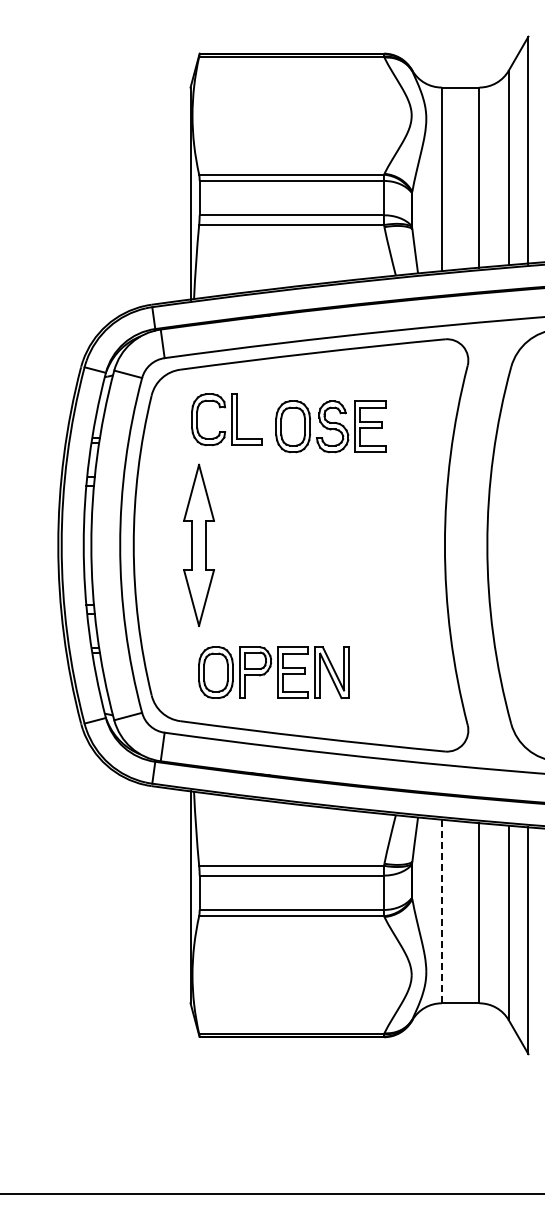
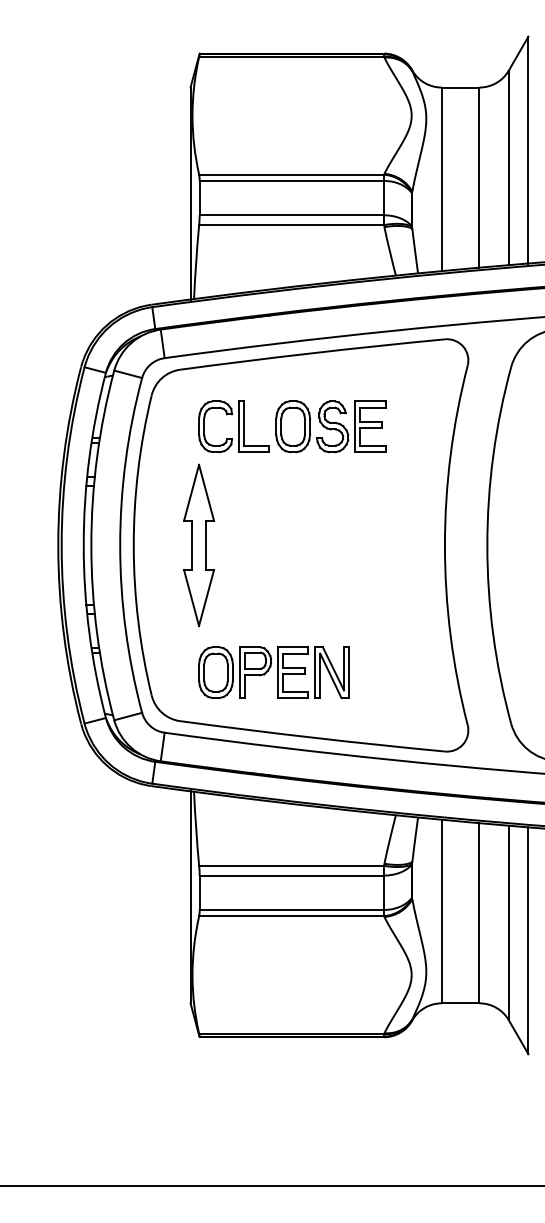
part at (226, 419) position: (226, 419) -> (233, 426)
line at (441, 911): dashed -> solid
line at (271, 1194) position: (271, 1194) -> (271, 1186)
